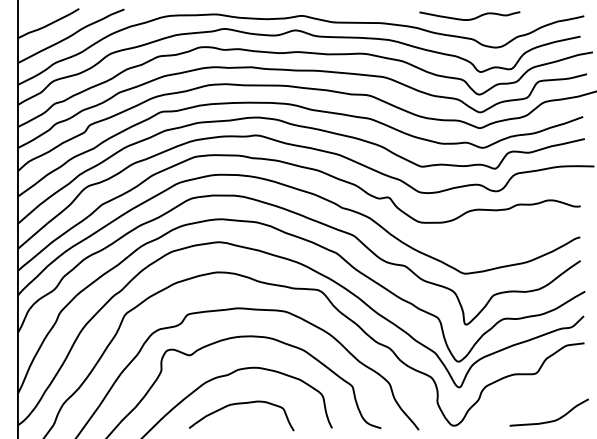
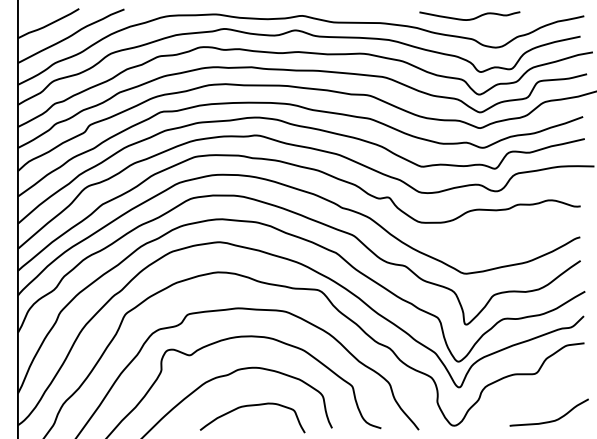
curve at (241, 404) position: (241, 404) -> (252, 406)
